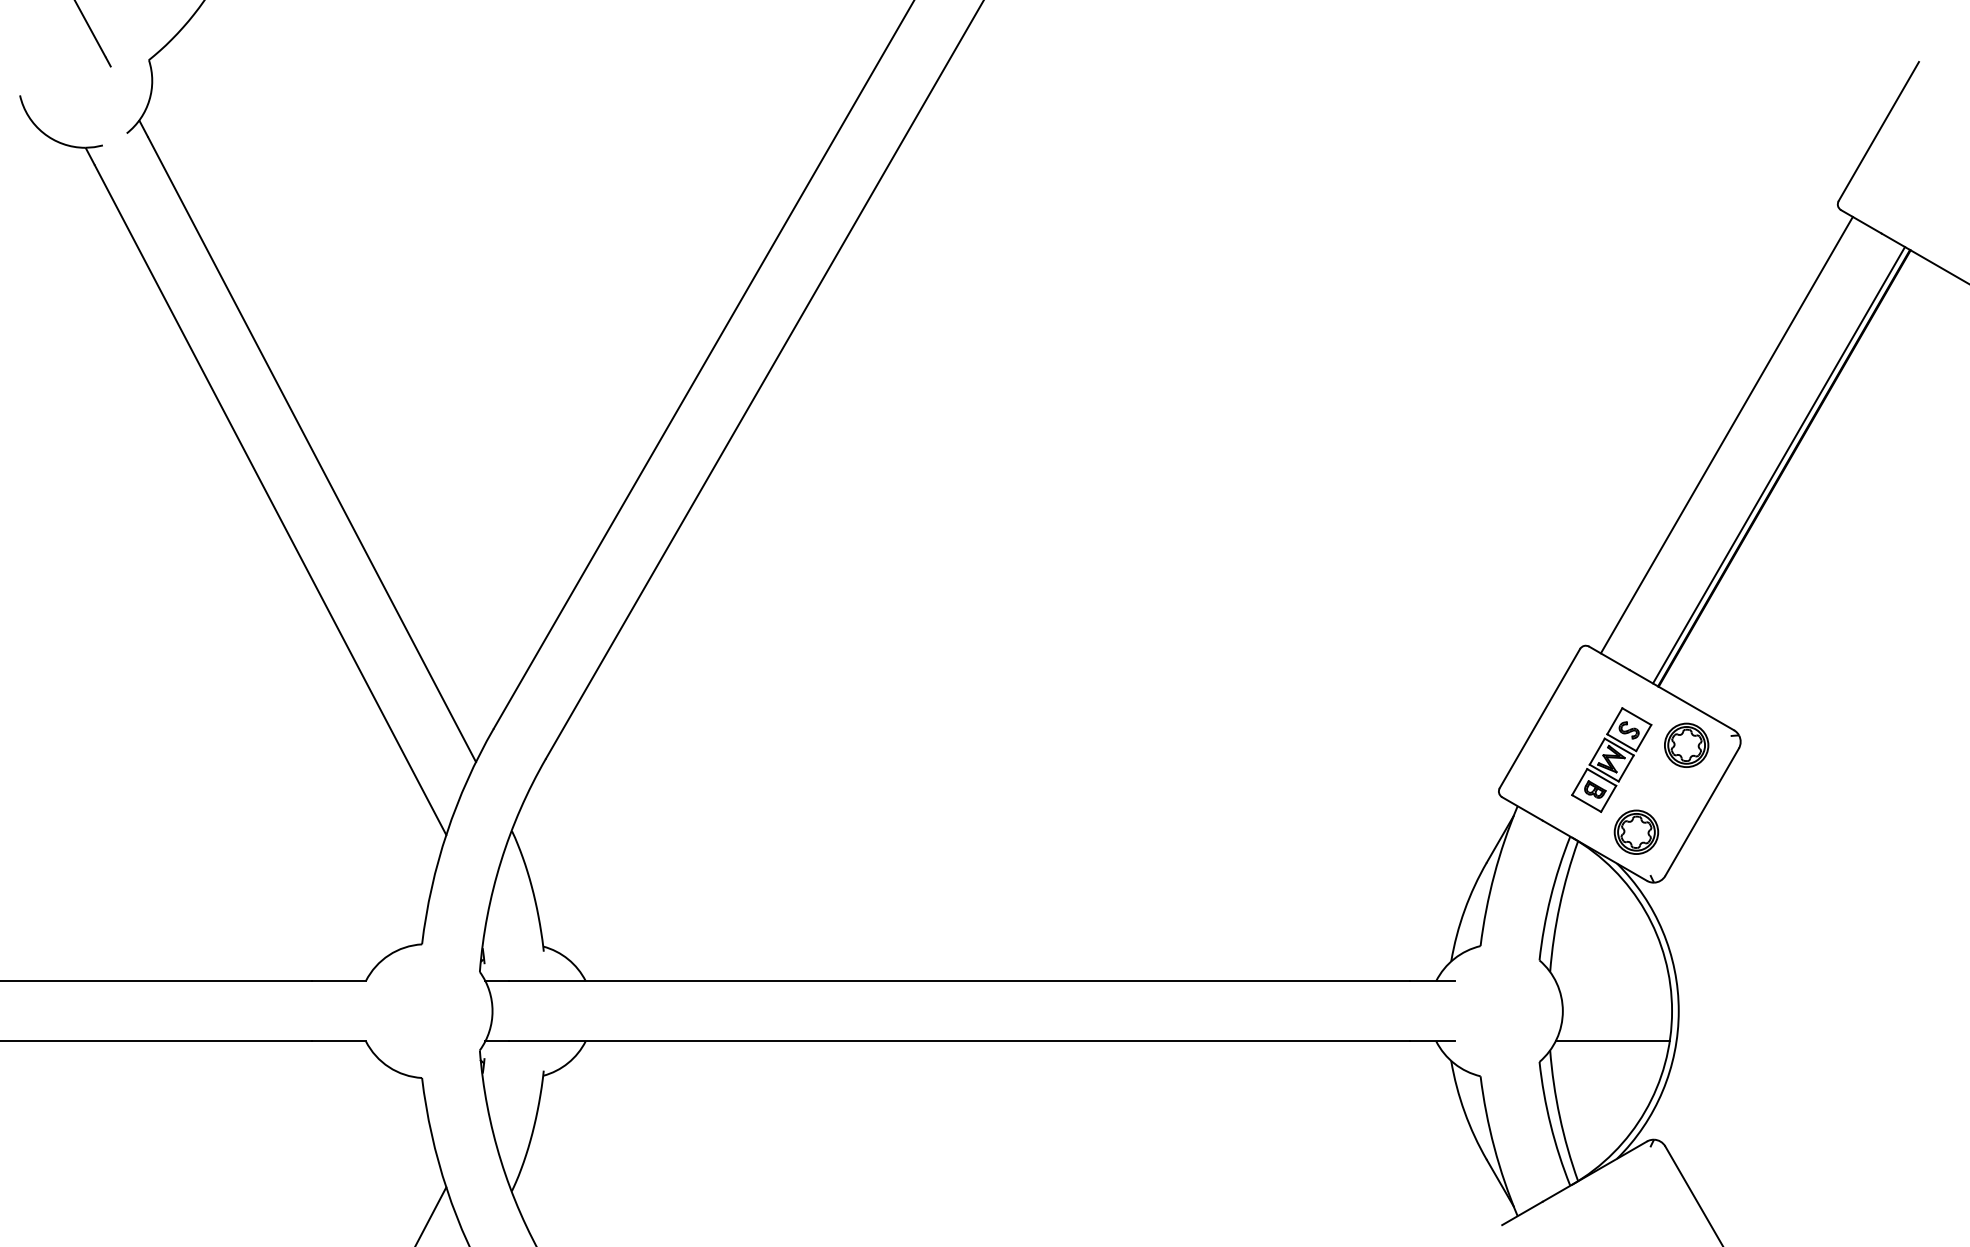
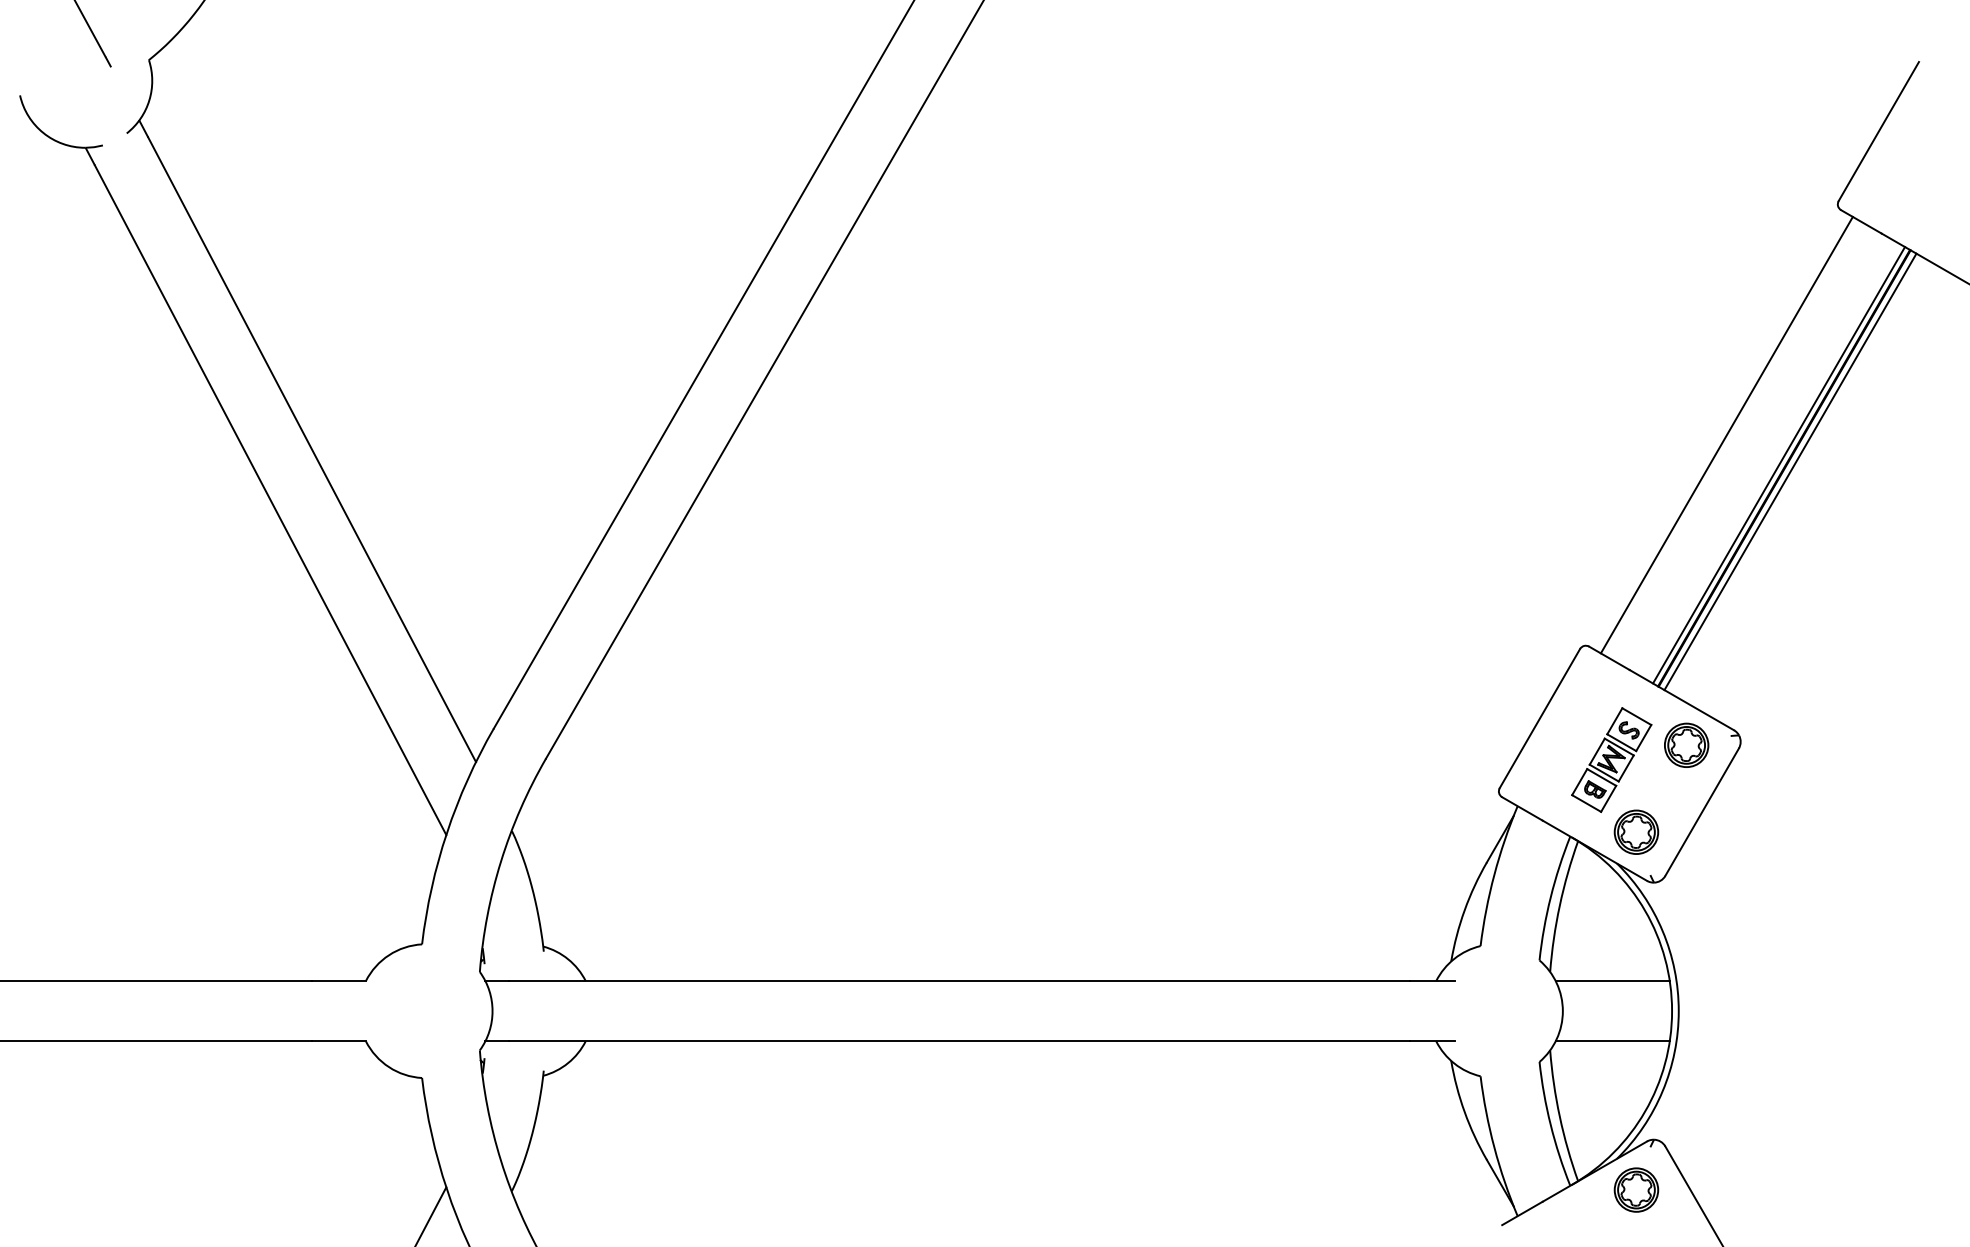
line at (1790, 471): none -> present
line at (1612, 981): none -> present
part at (1636, 1189): none -> present
